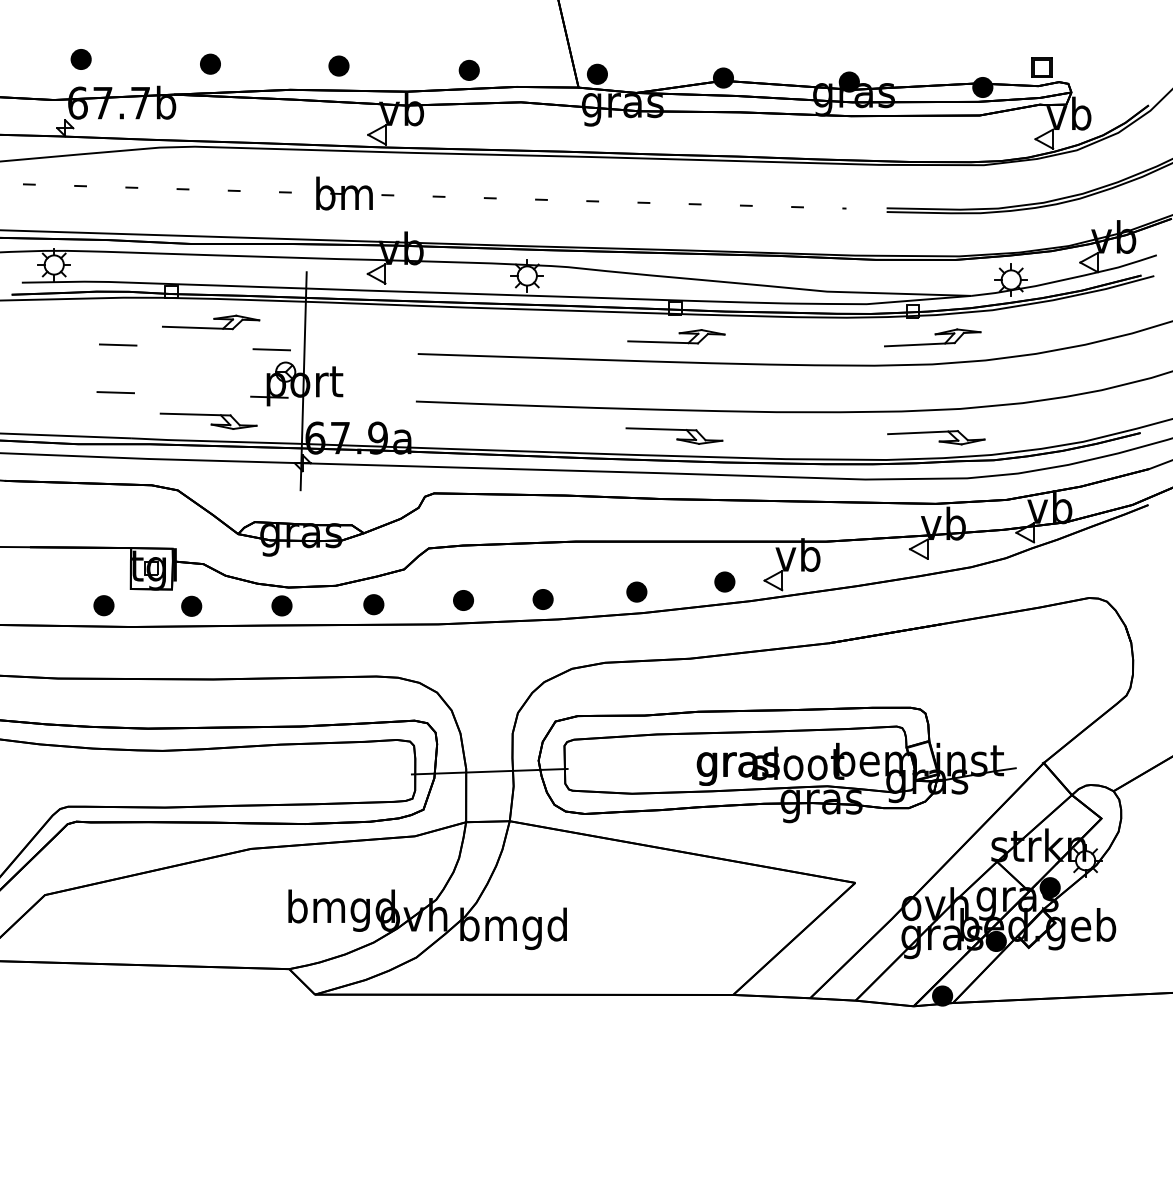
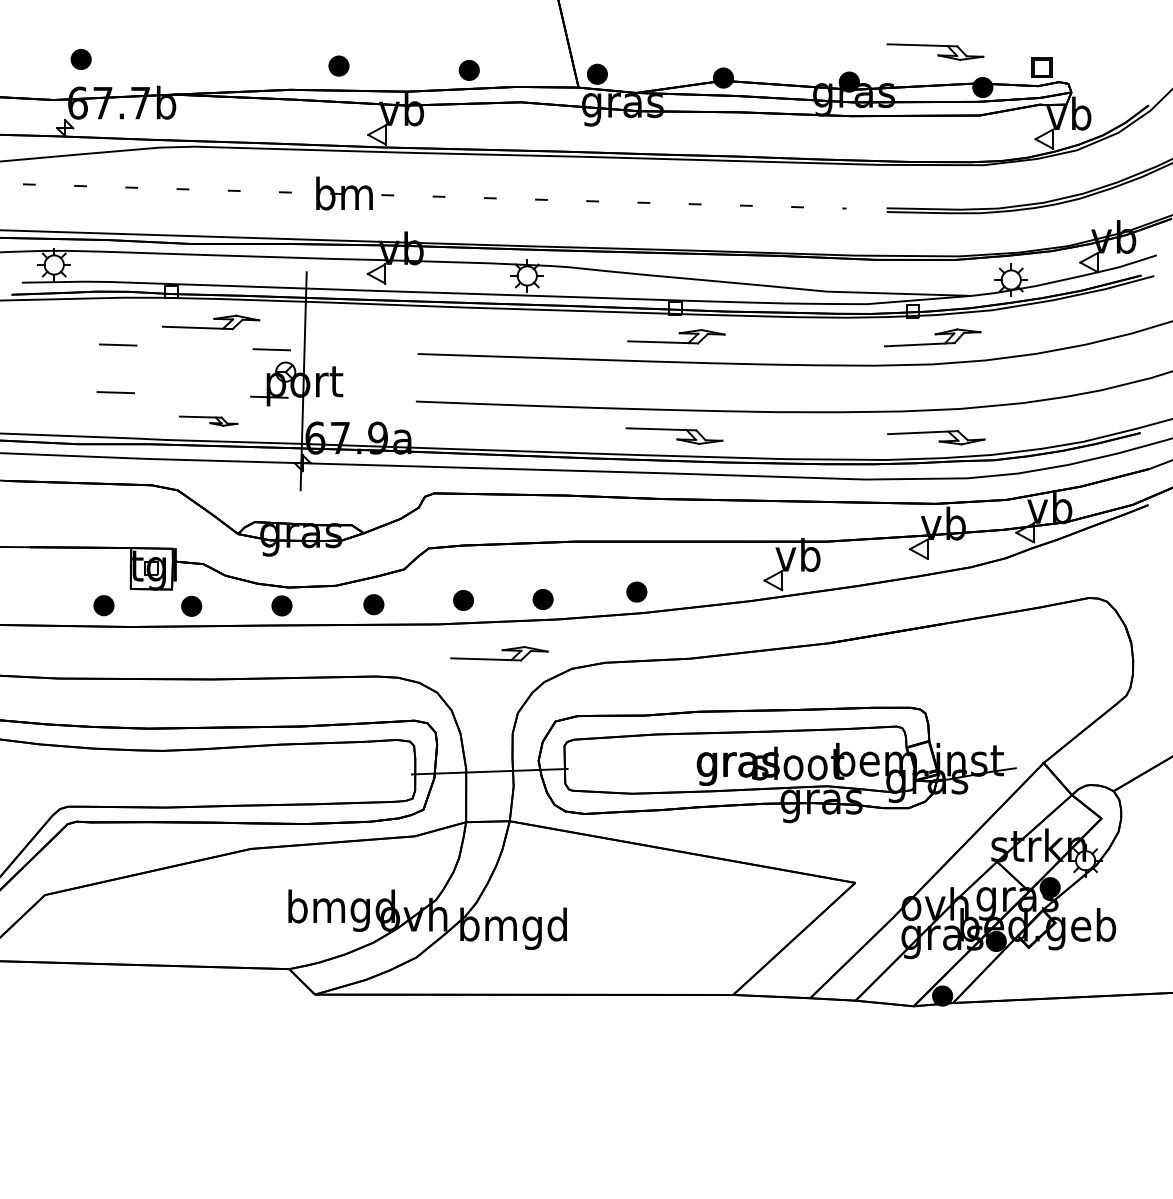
part at (935, 51): none -> present
part at (210, 63): present -> none
part at (208, 420) size: 99x18 px -> 60x12 px
part at (724, 581): present -> none
part at (499, 653): none -> present
